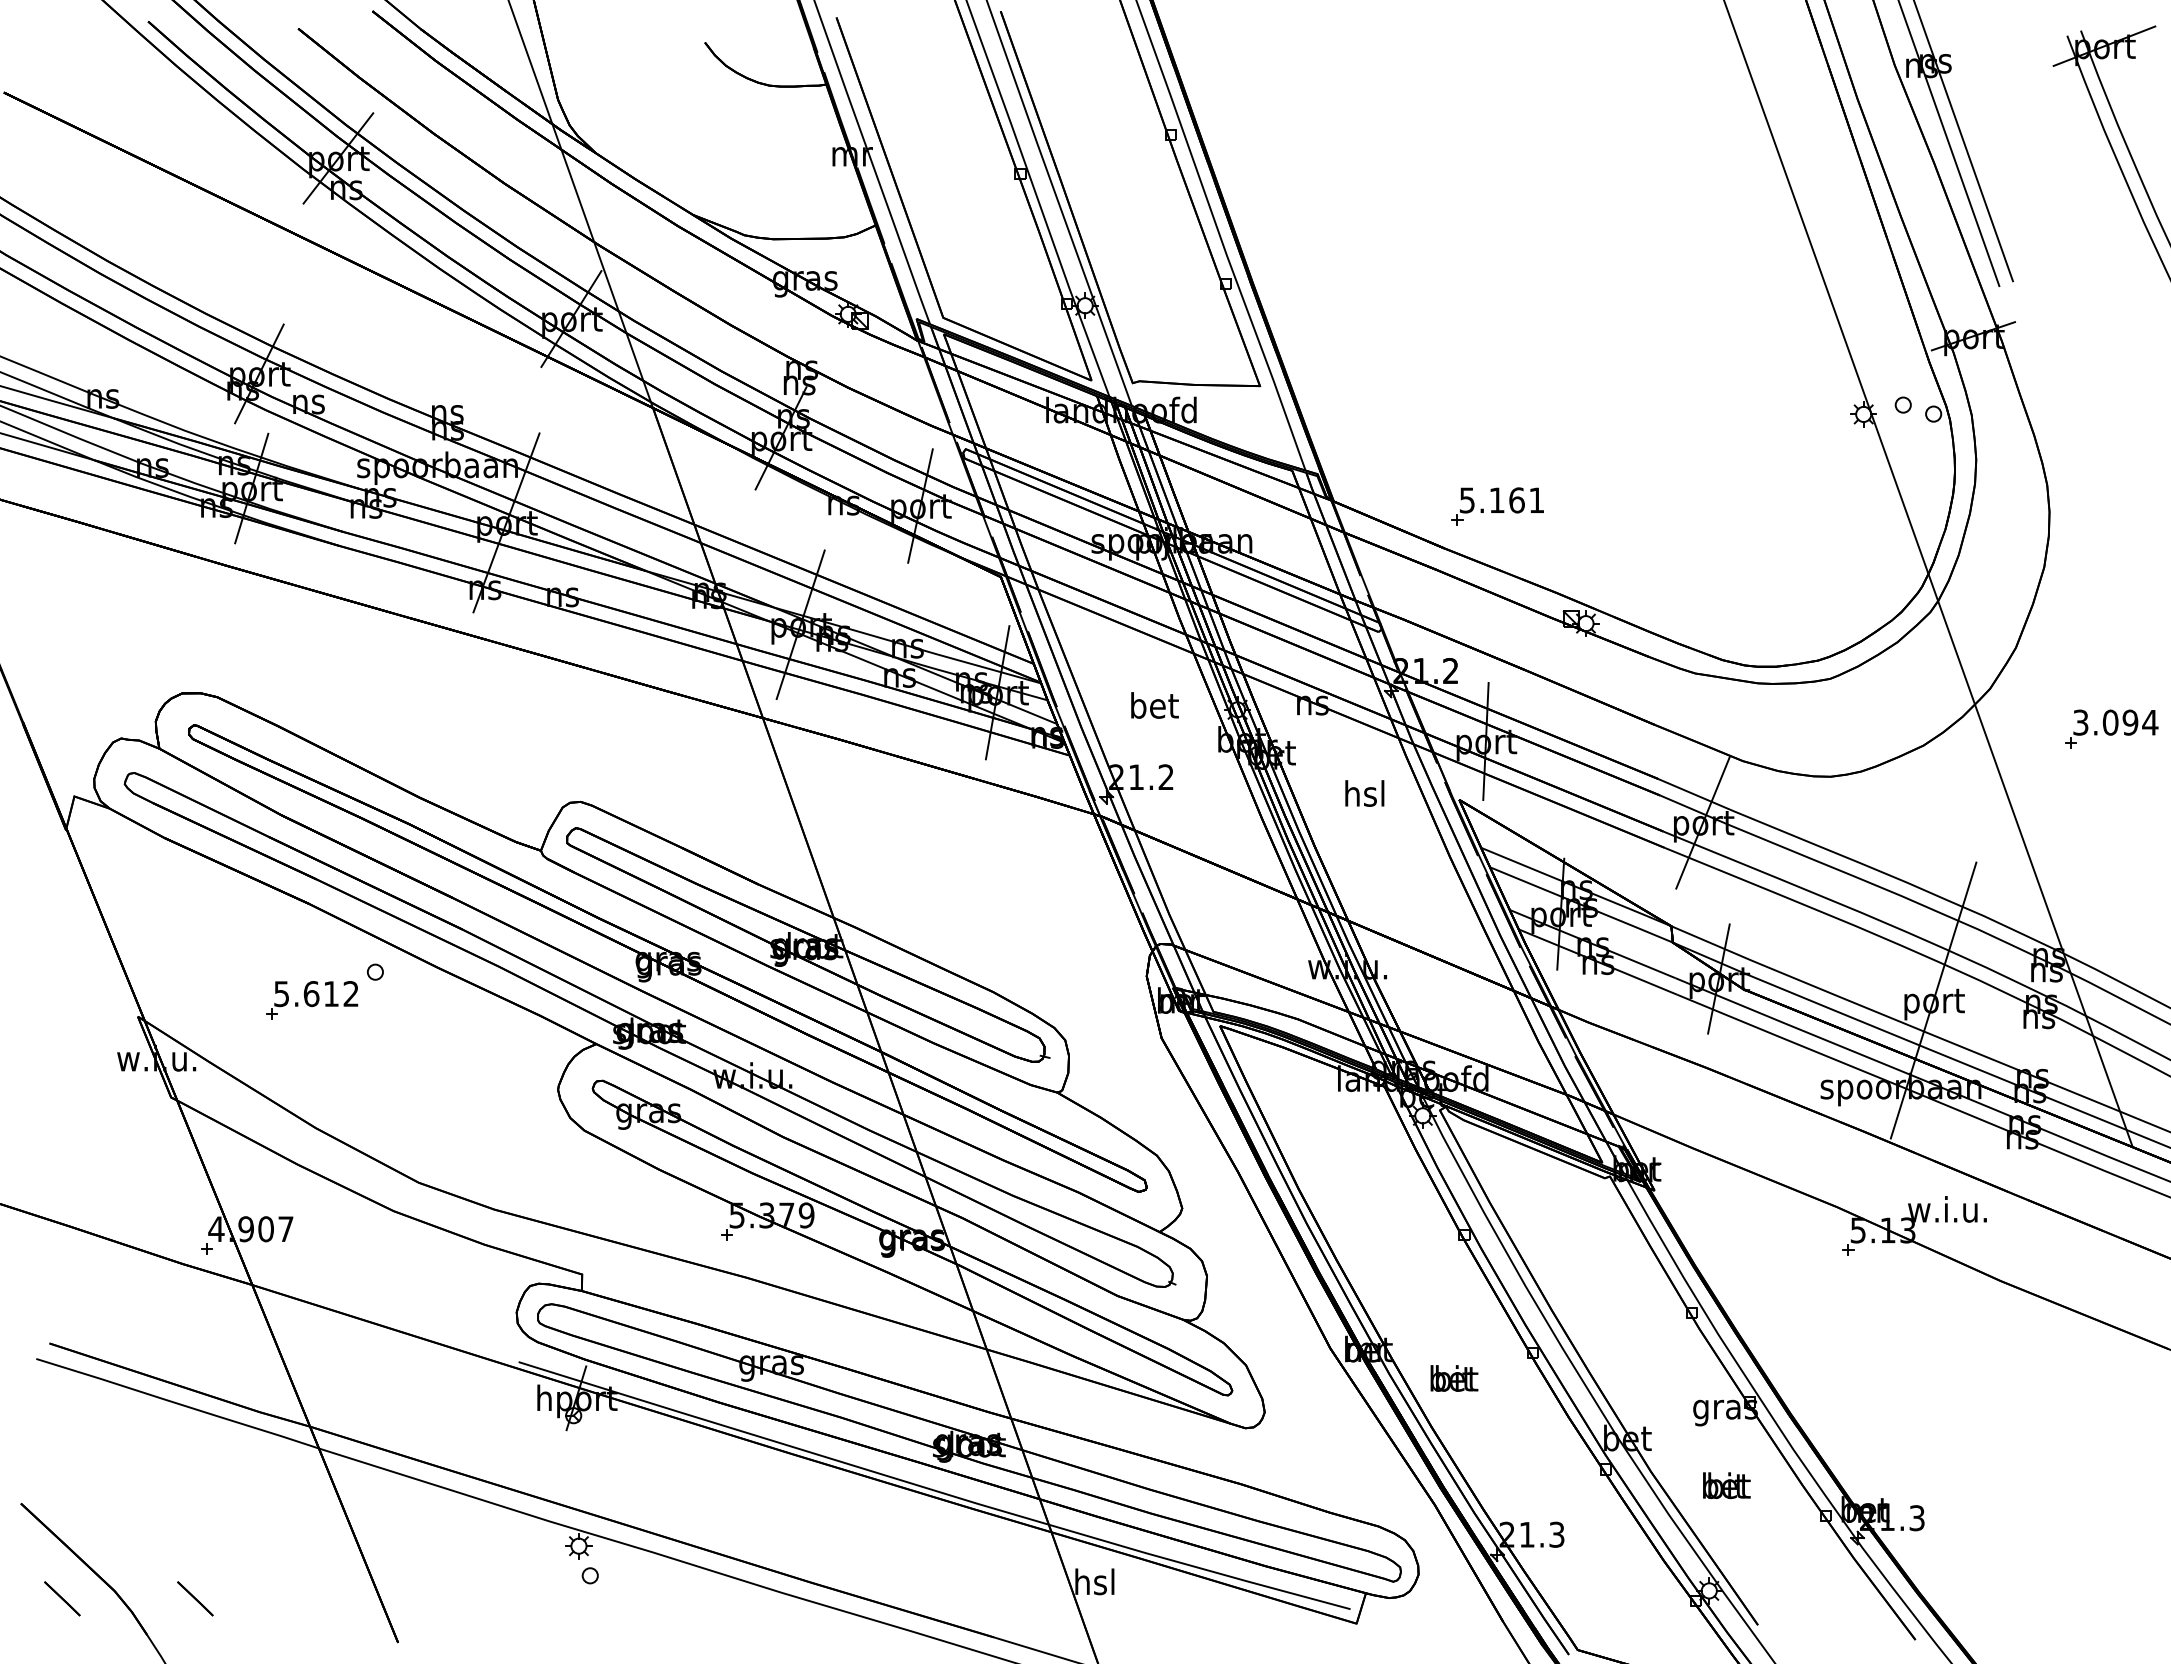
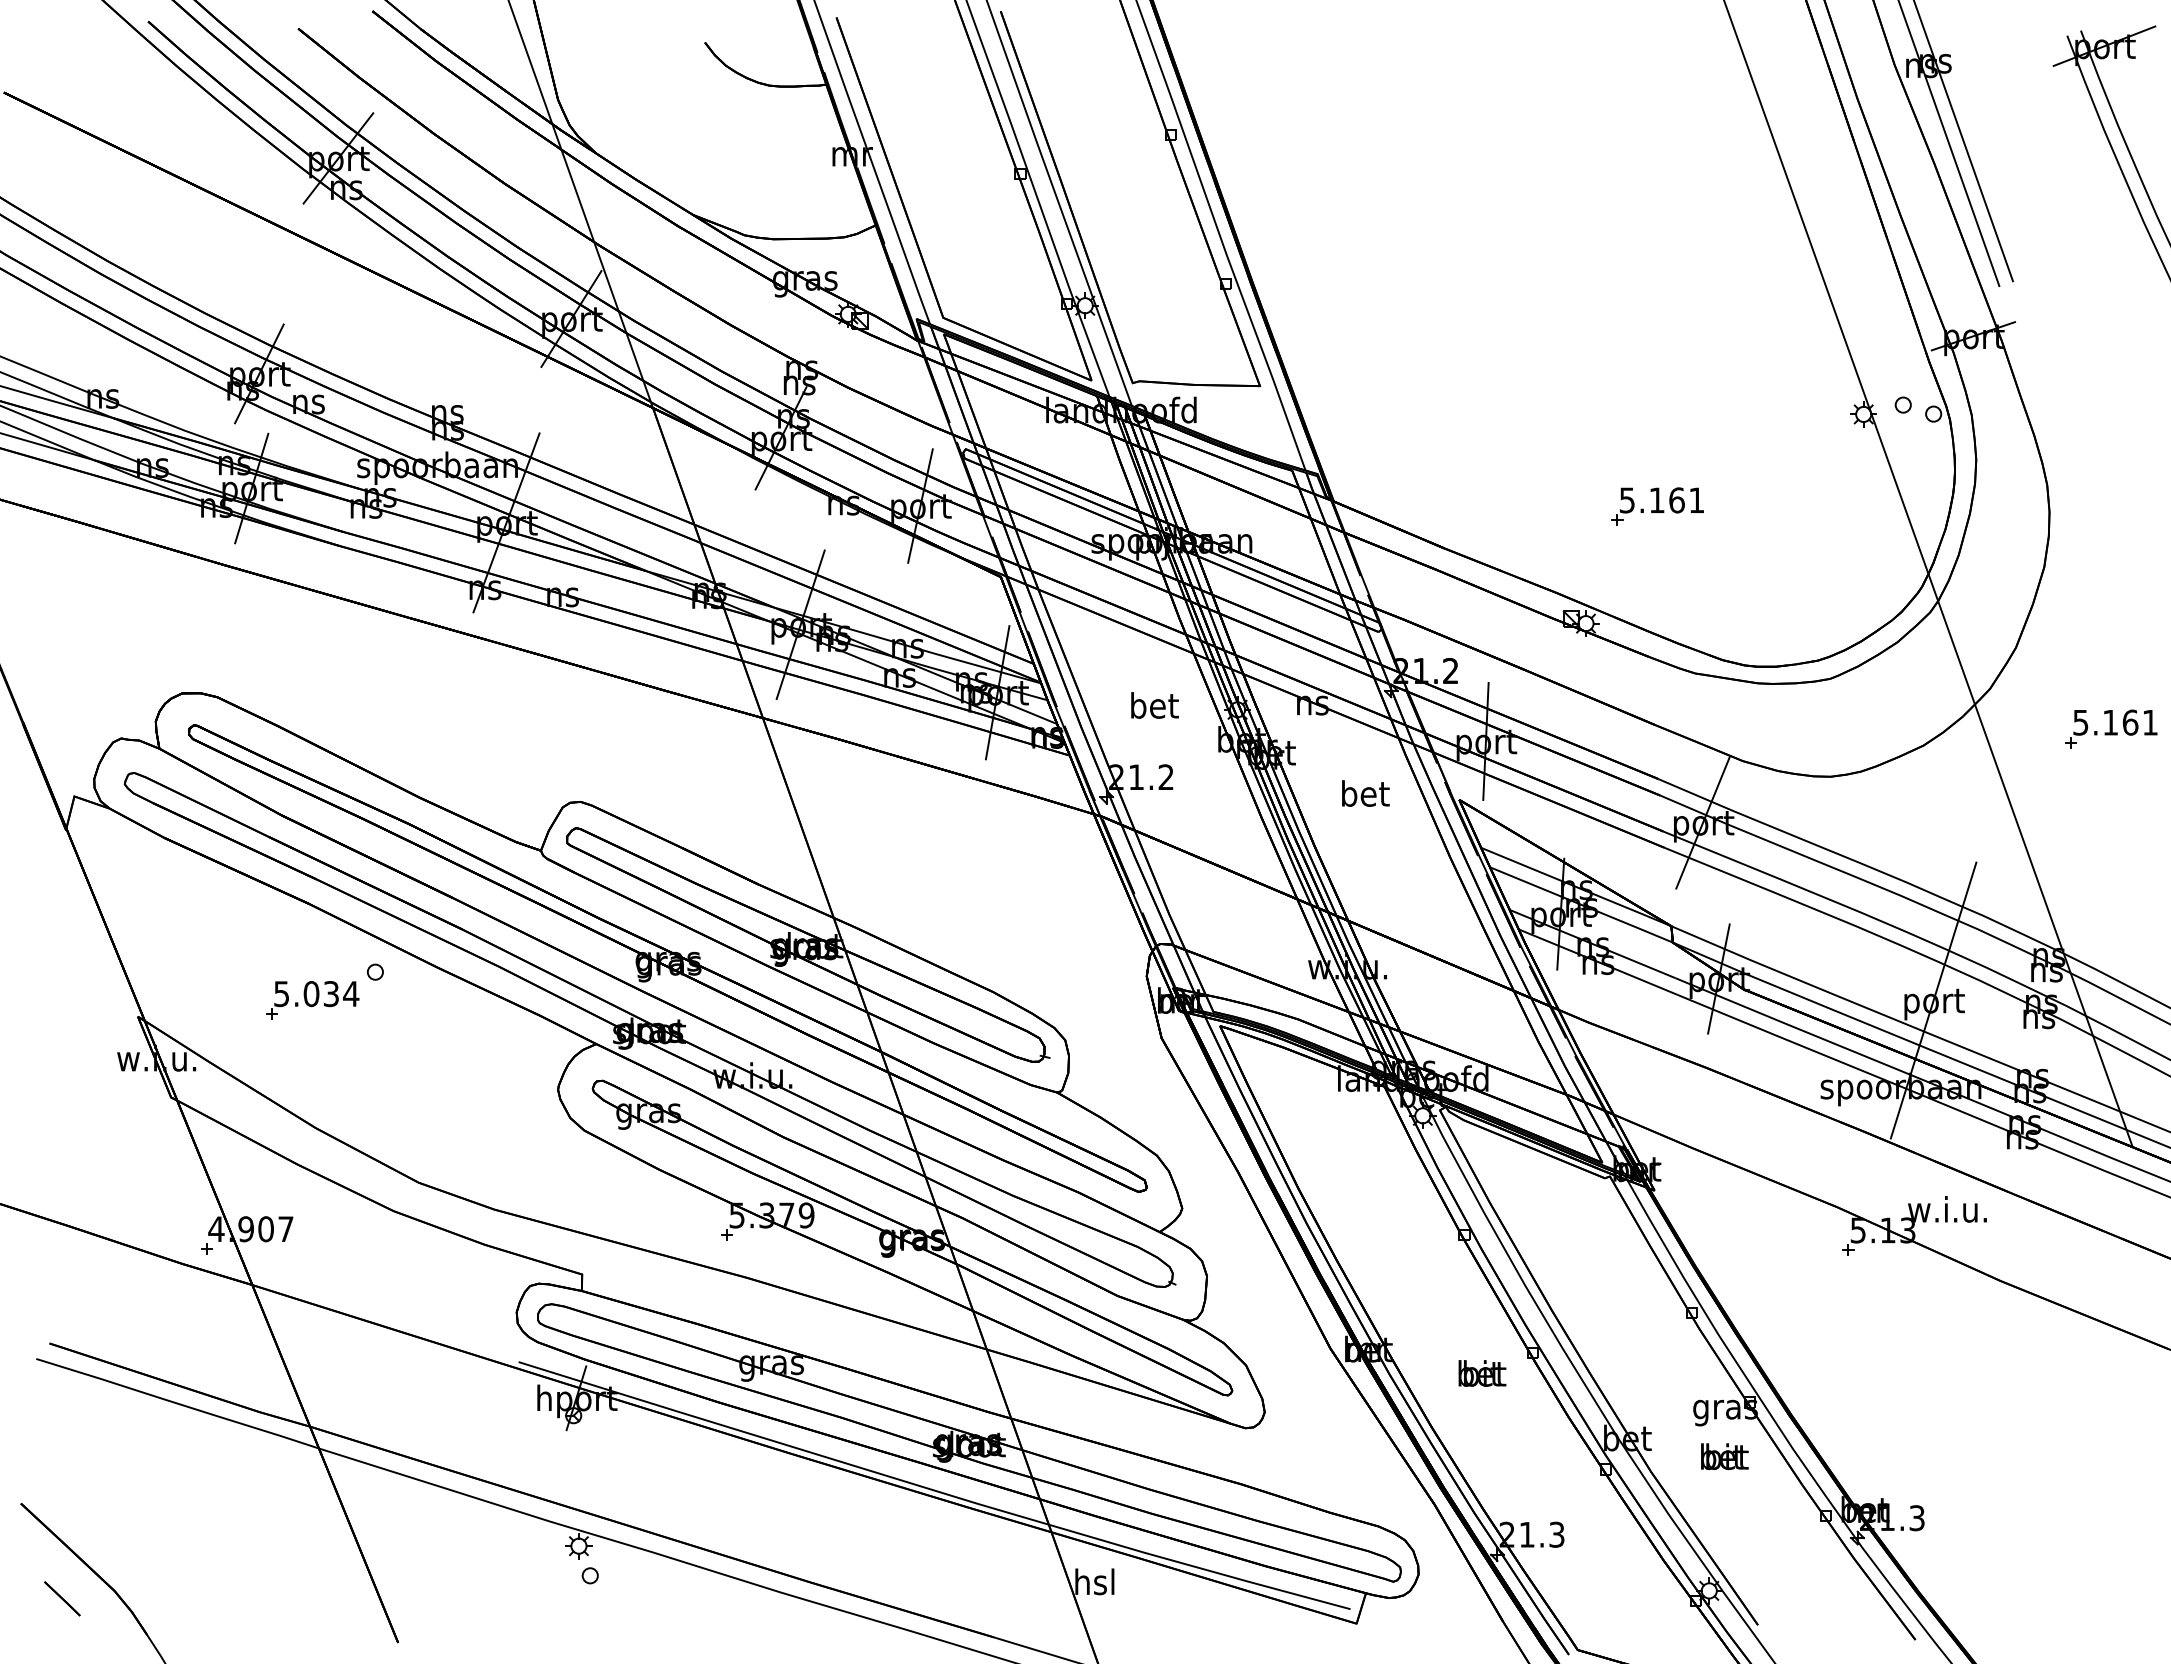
part at (1497, 506) position: (1497, 506) -> (1657, 506)
text at (2116, 722): 3.094 -> 5.161
text at (1365, 793): hsl -> bet
text at (331, 994): 5.612 -> 5.034
text at (1454, 1378) position: (1454, 1378) -> (1482, 1373)
text at (1726, 1485) position: (1726, 1485) -> (1724, 1456)
line at (195, 1598): present -> none
